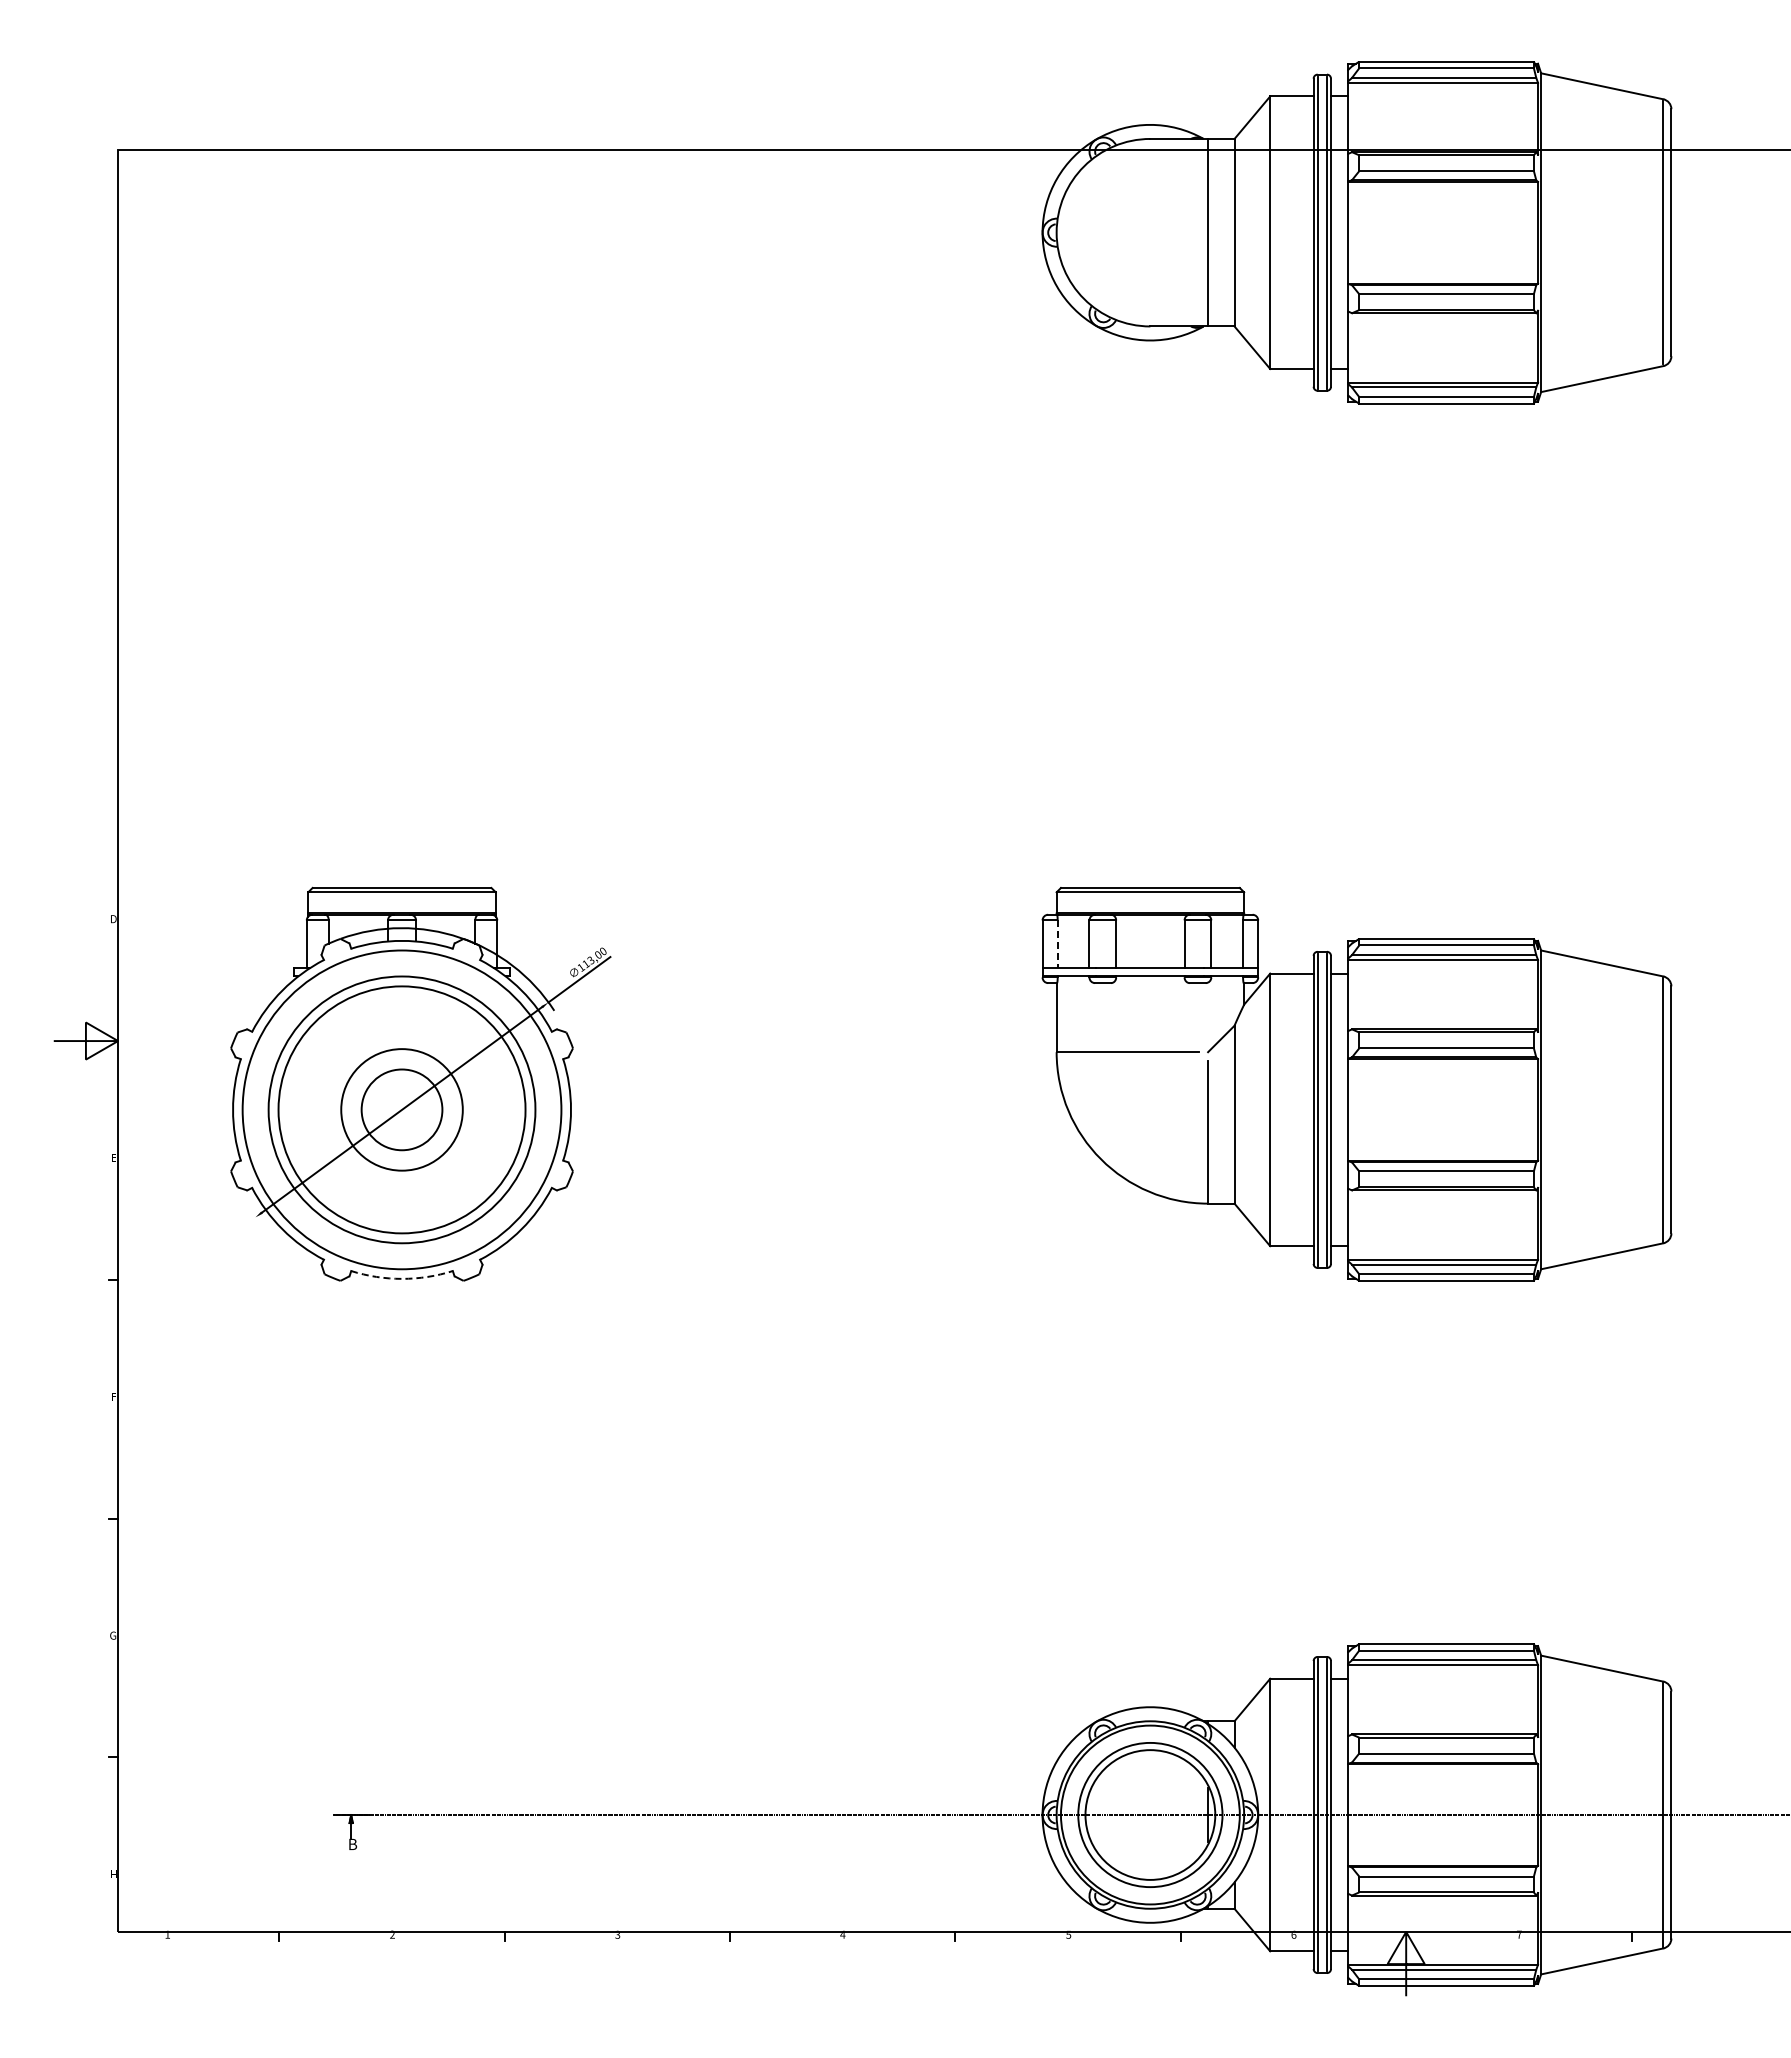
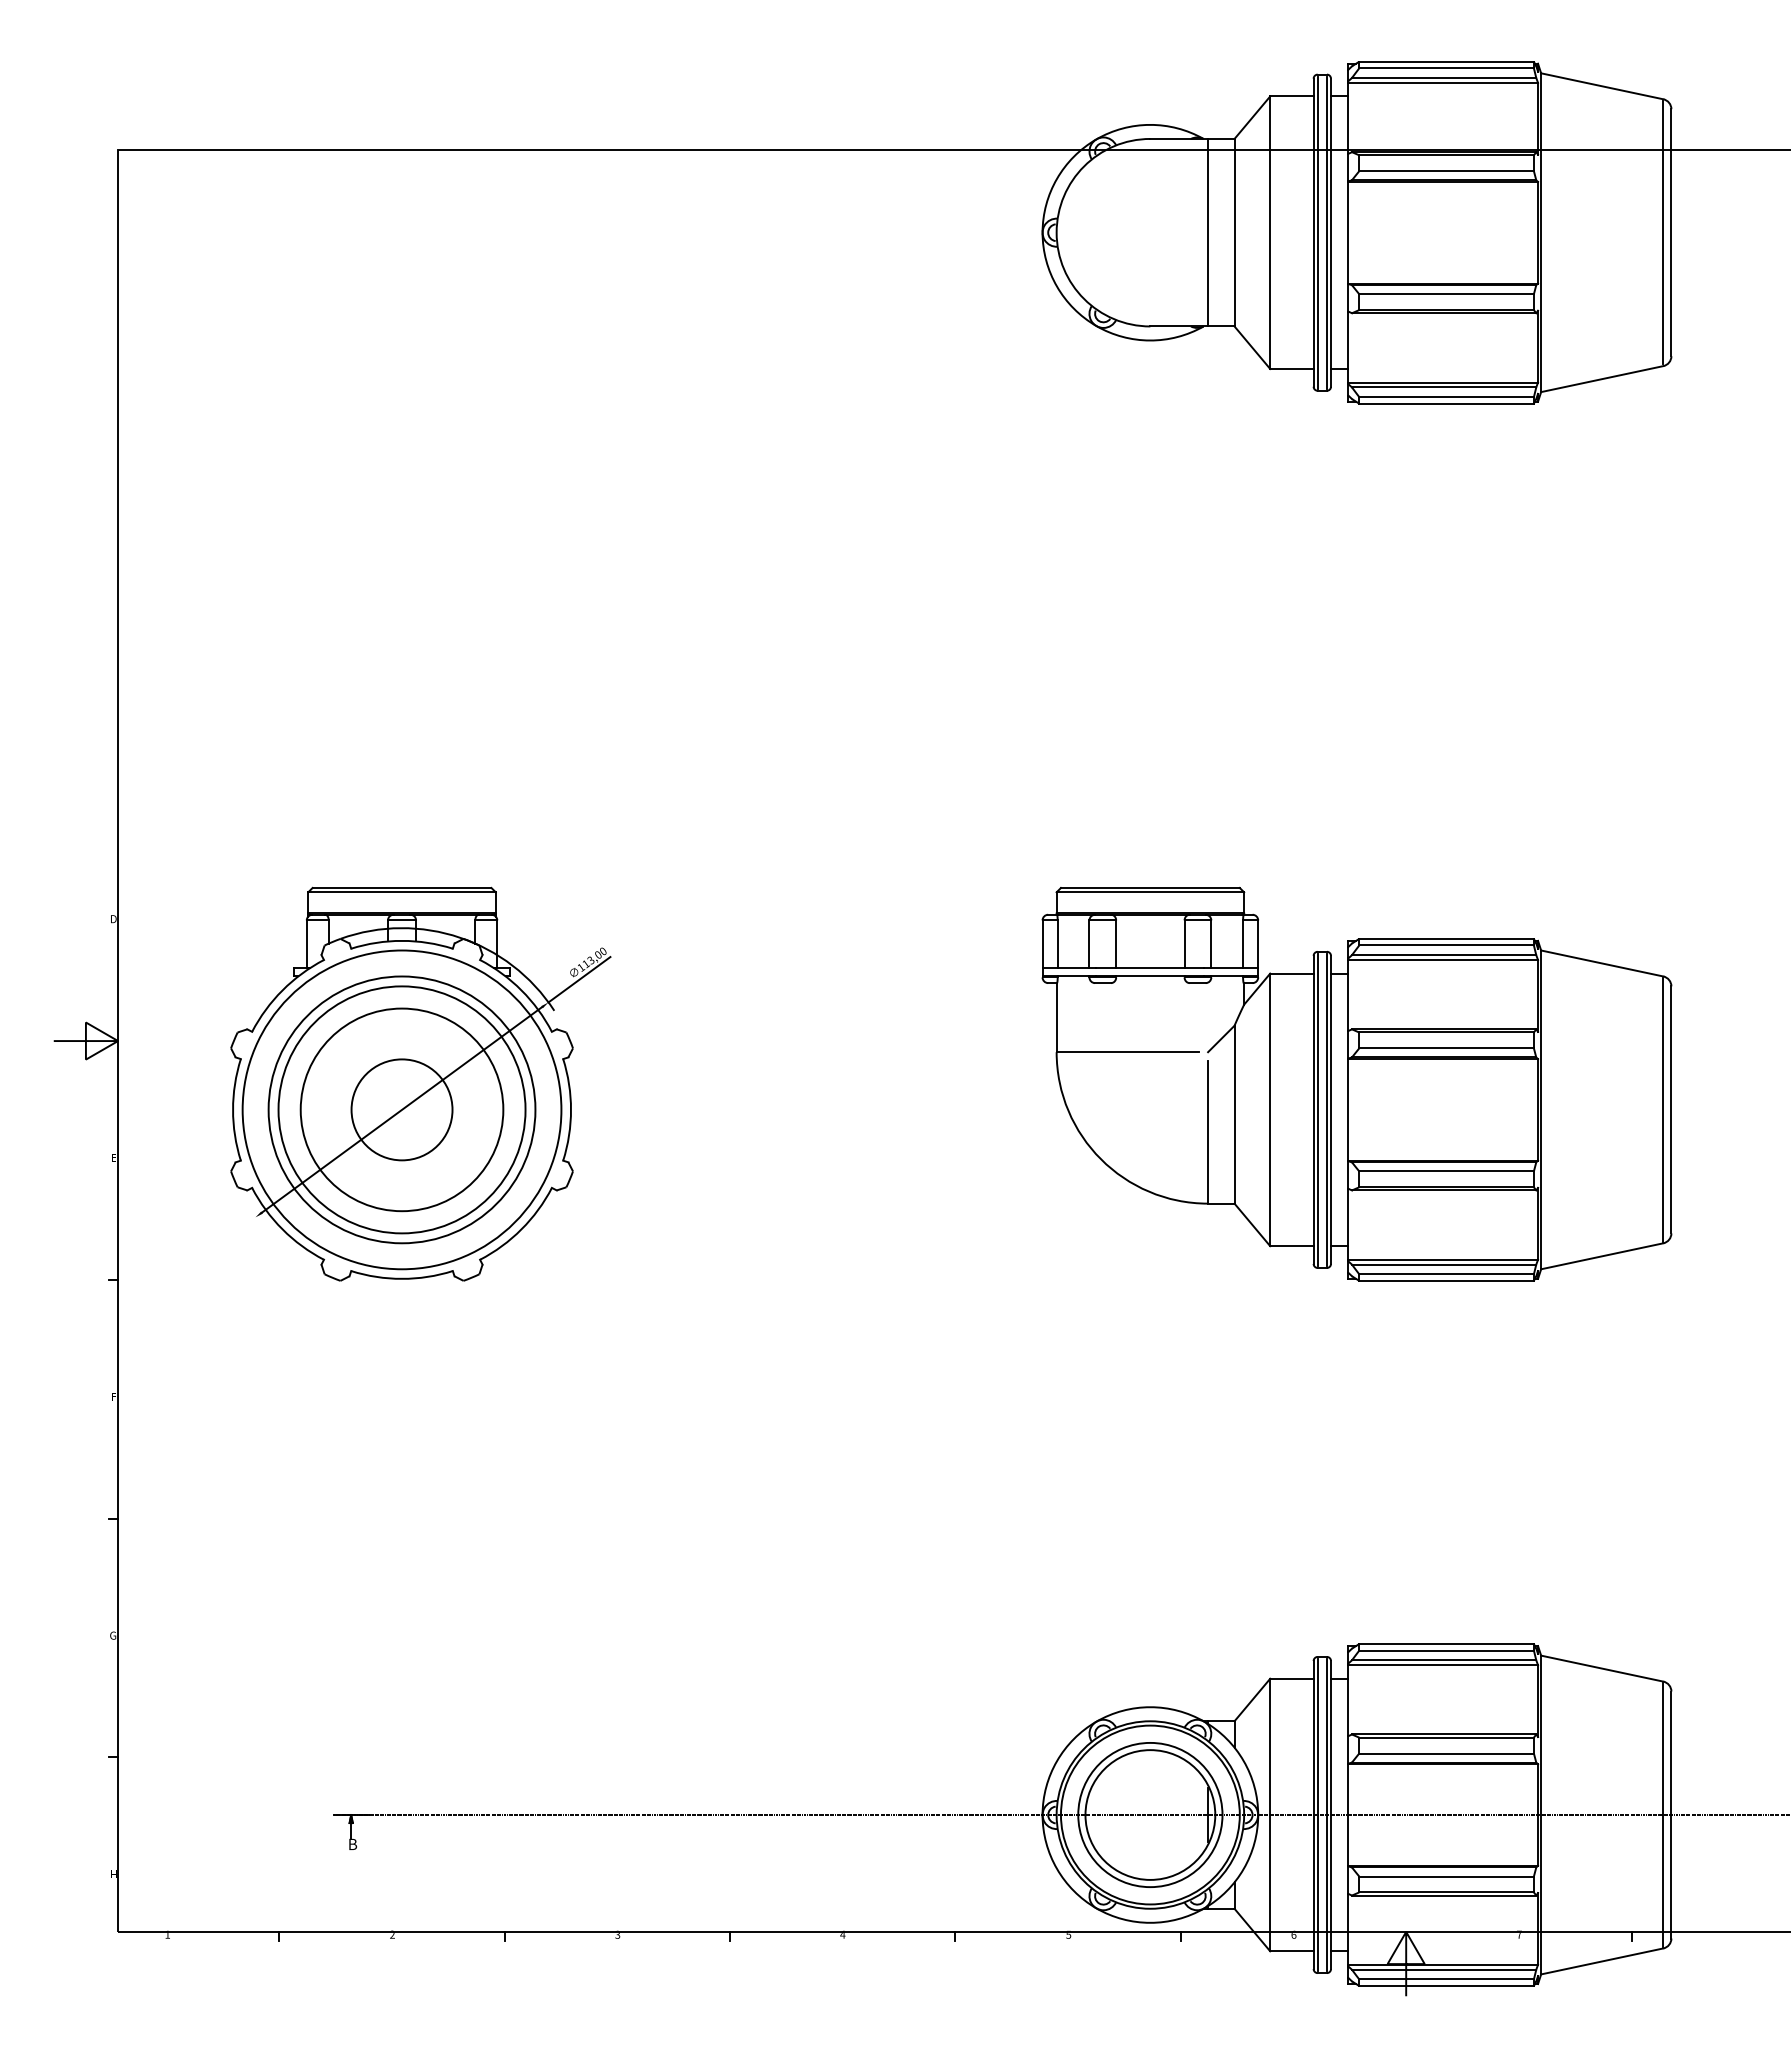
line at (1057, 944): dashed -> solid
circle at (401, 1109) diameter: 122 px -> 203 px
circle at (401, 1109) diameter: 81 px -> 101 px
arc at (402, 1278): dashed -> solid
